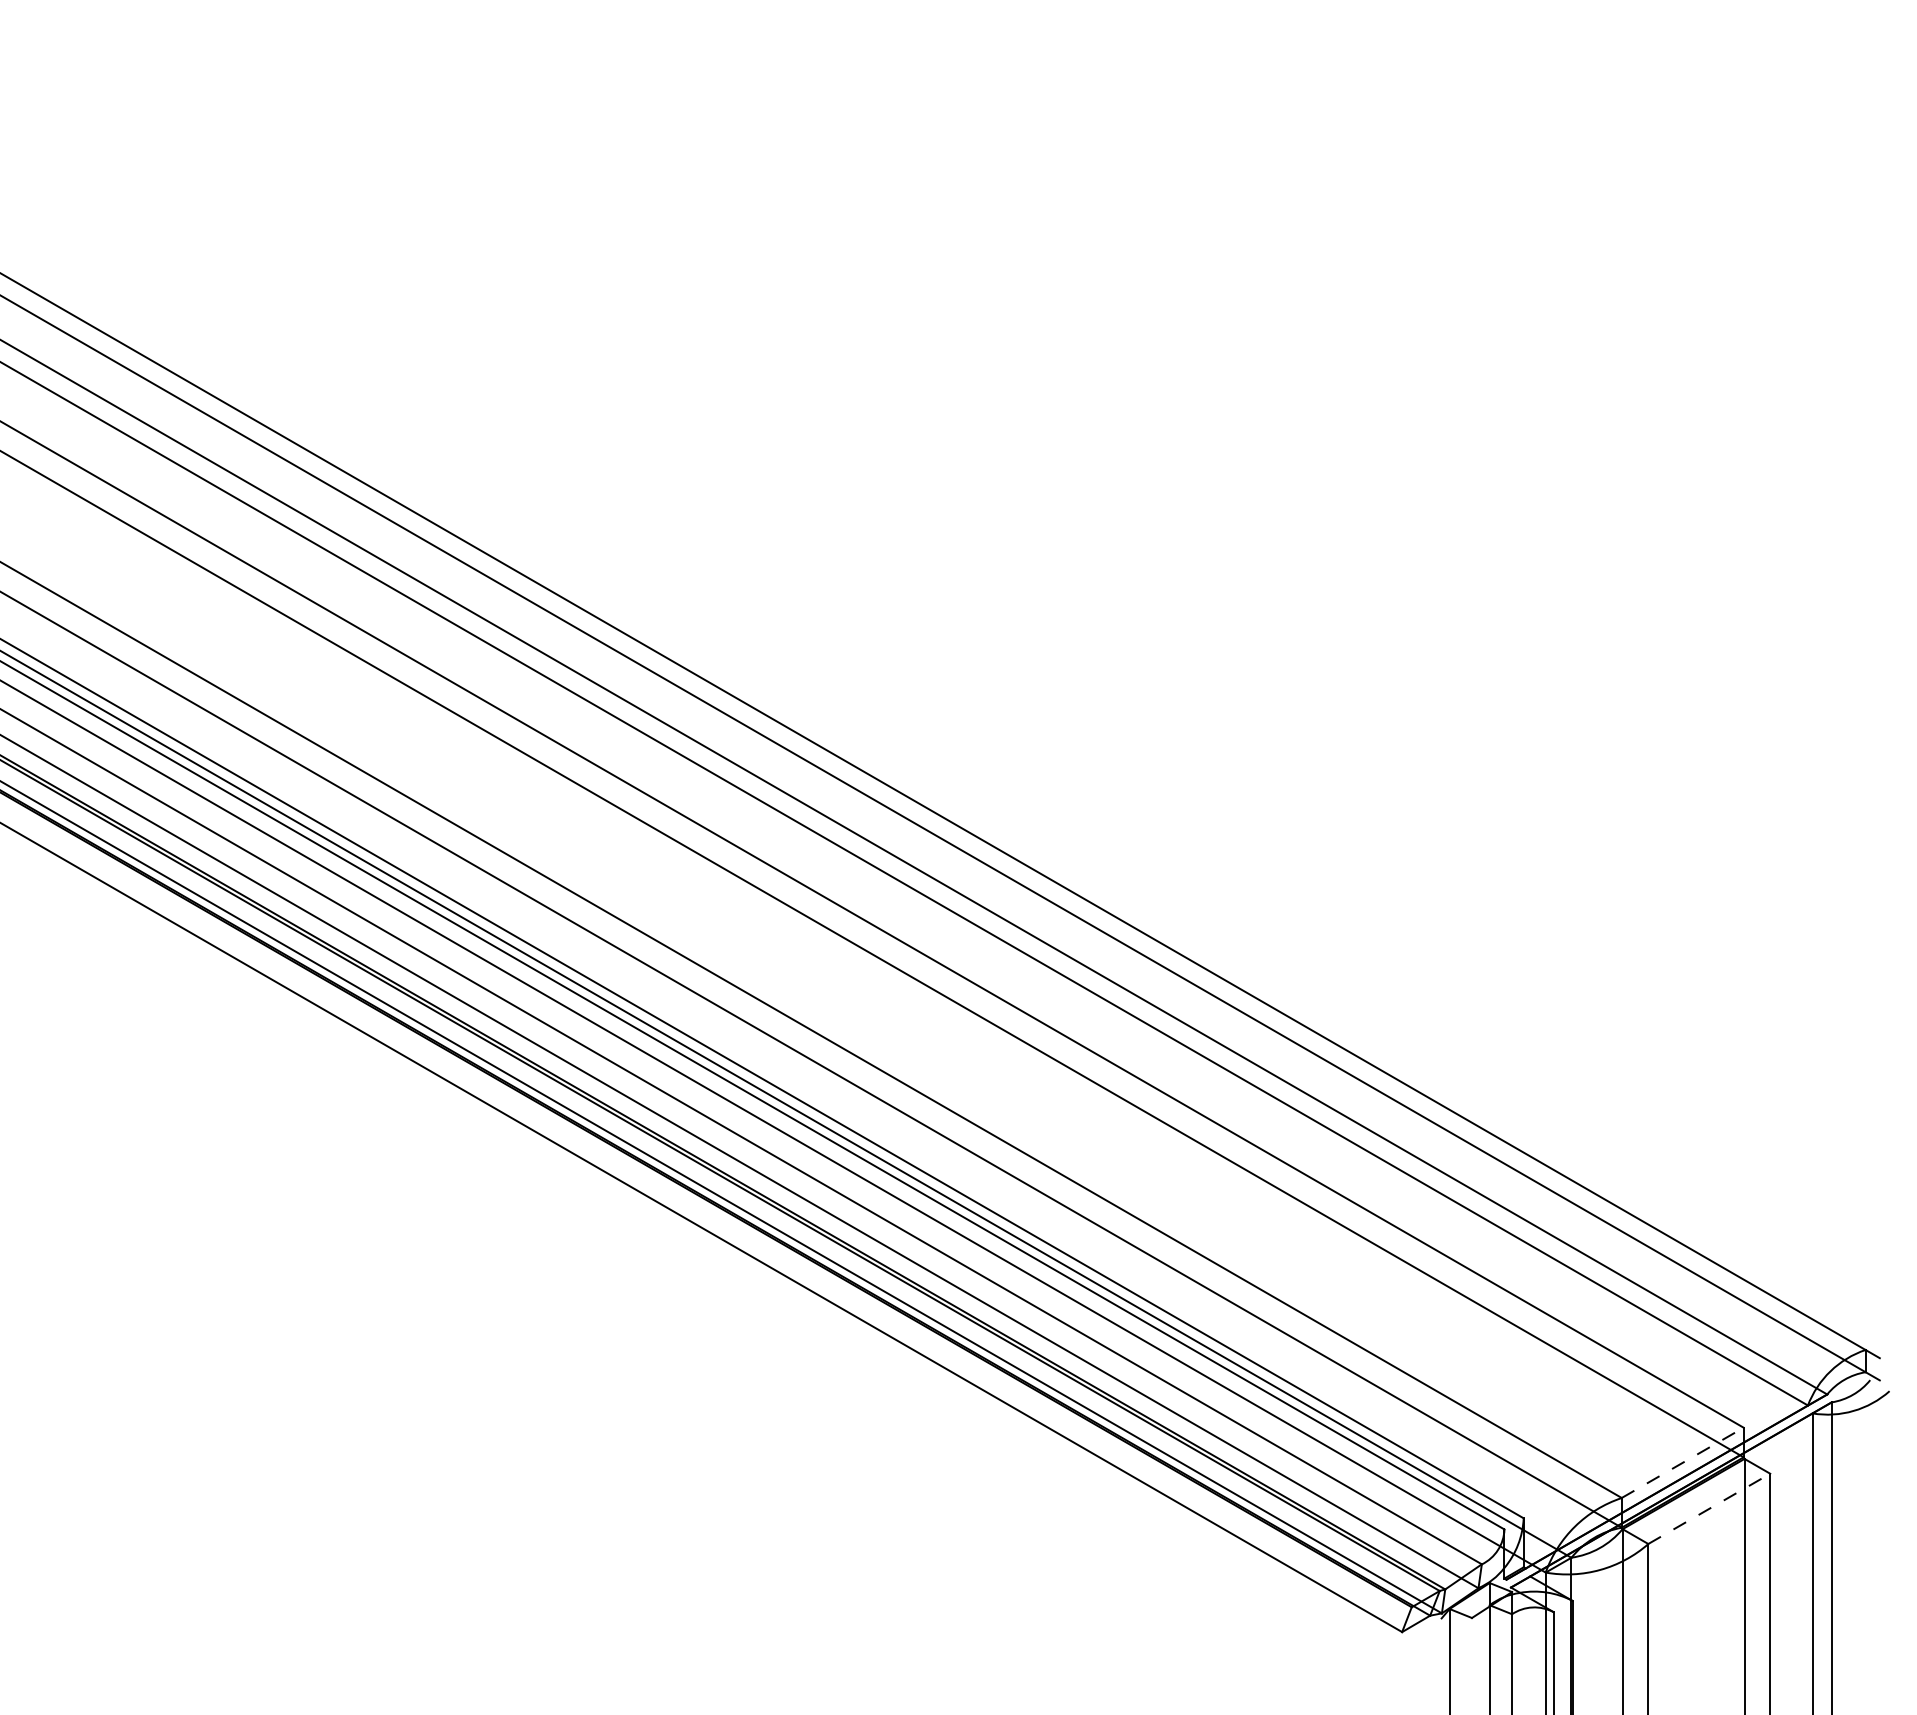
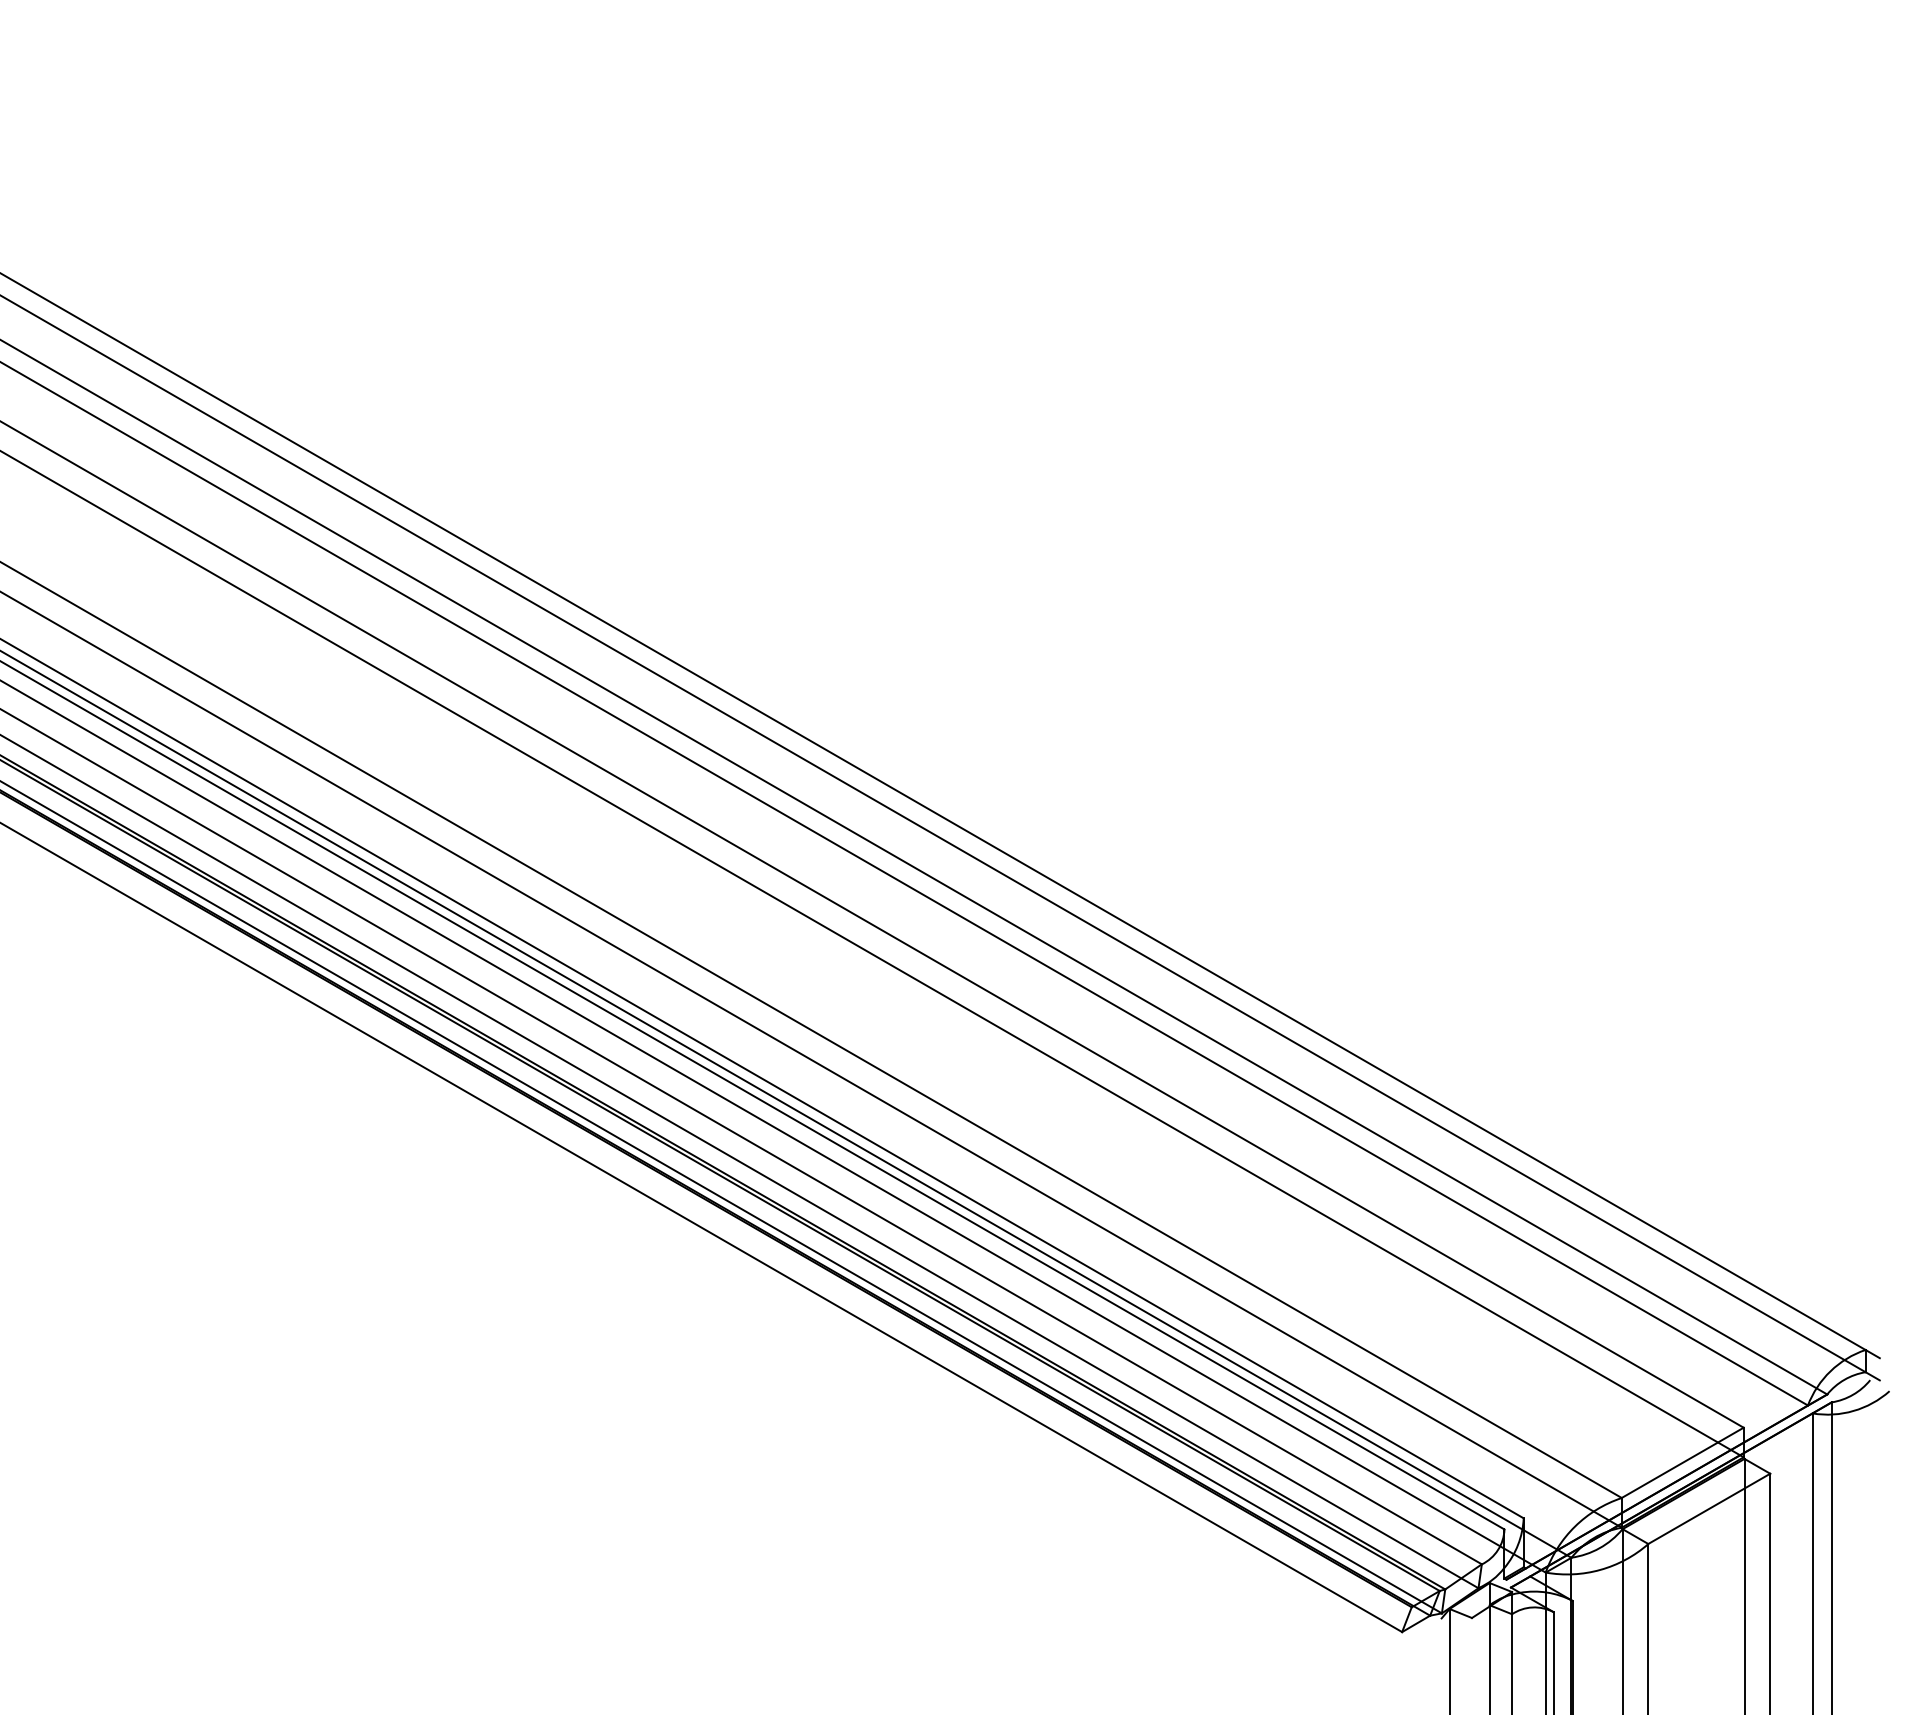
line at (1683, 1462): dashed -> solid
line at (1709, 1508): dashed -> solid
